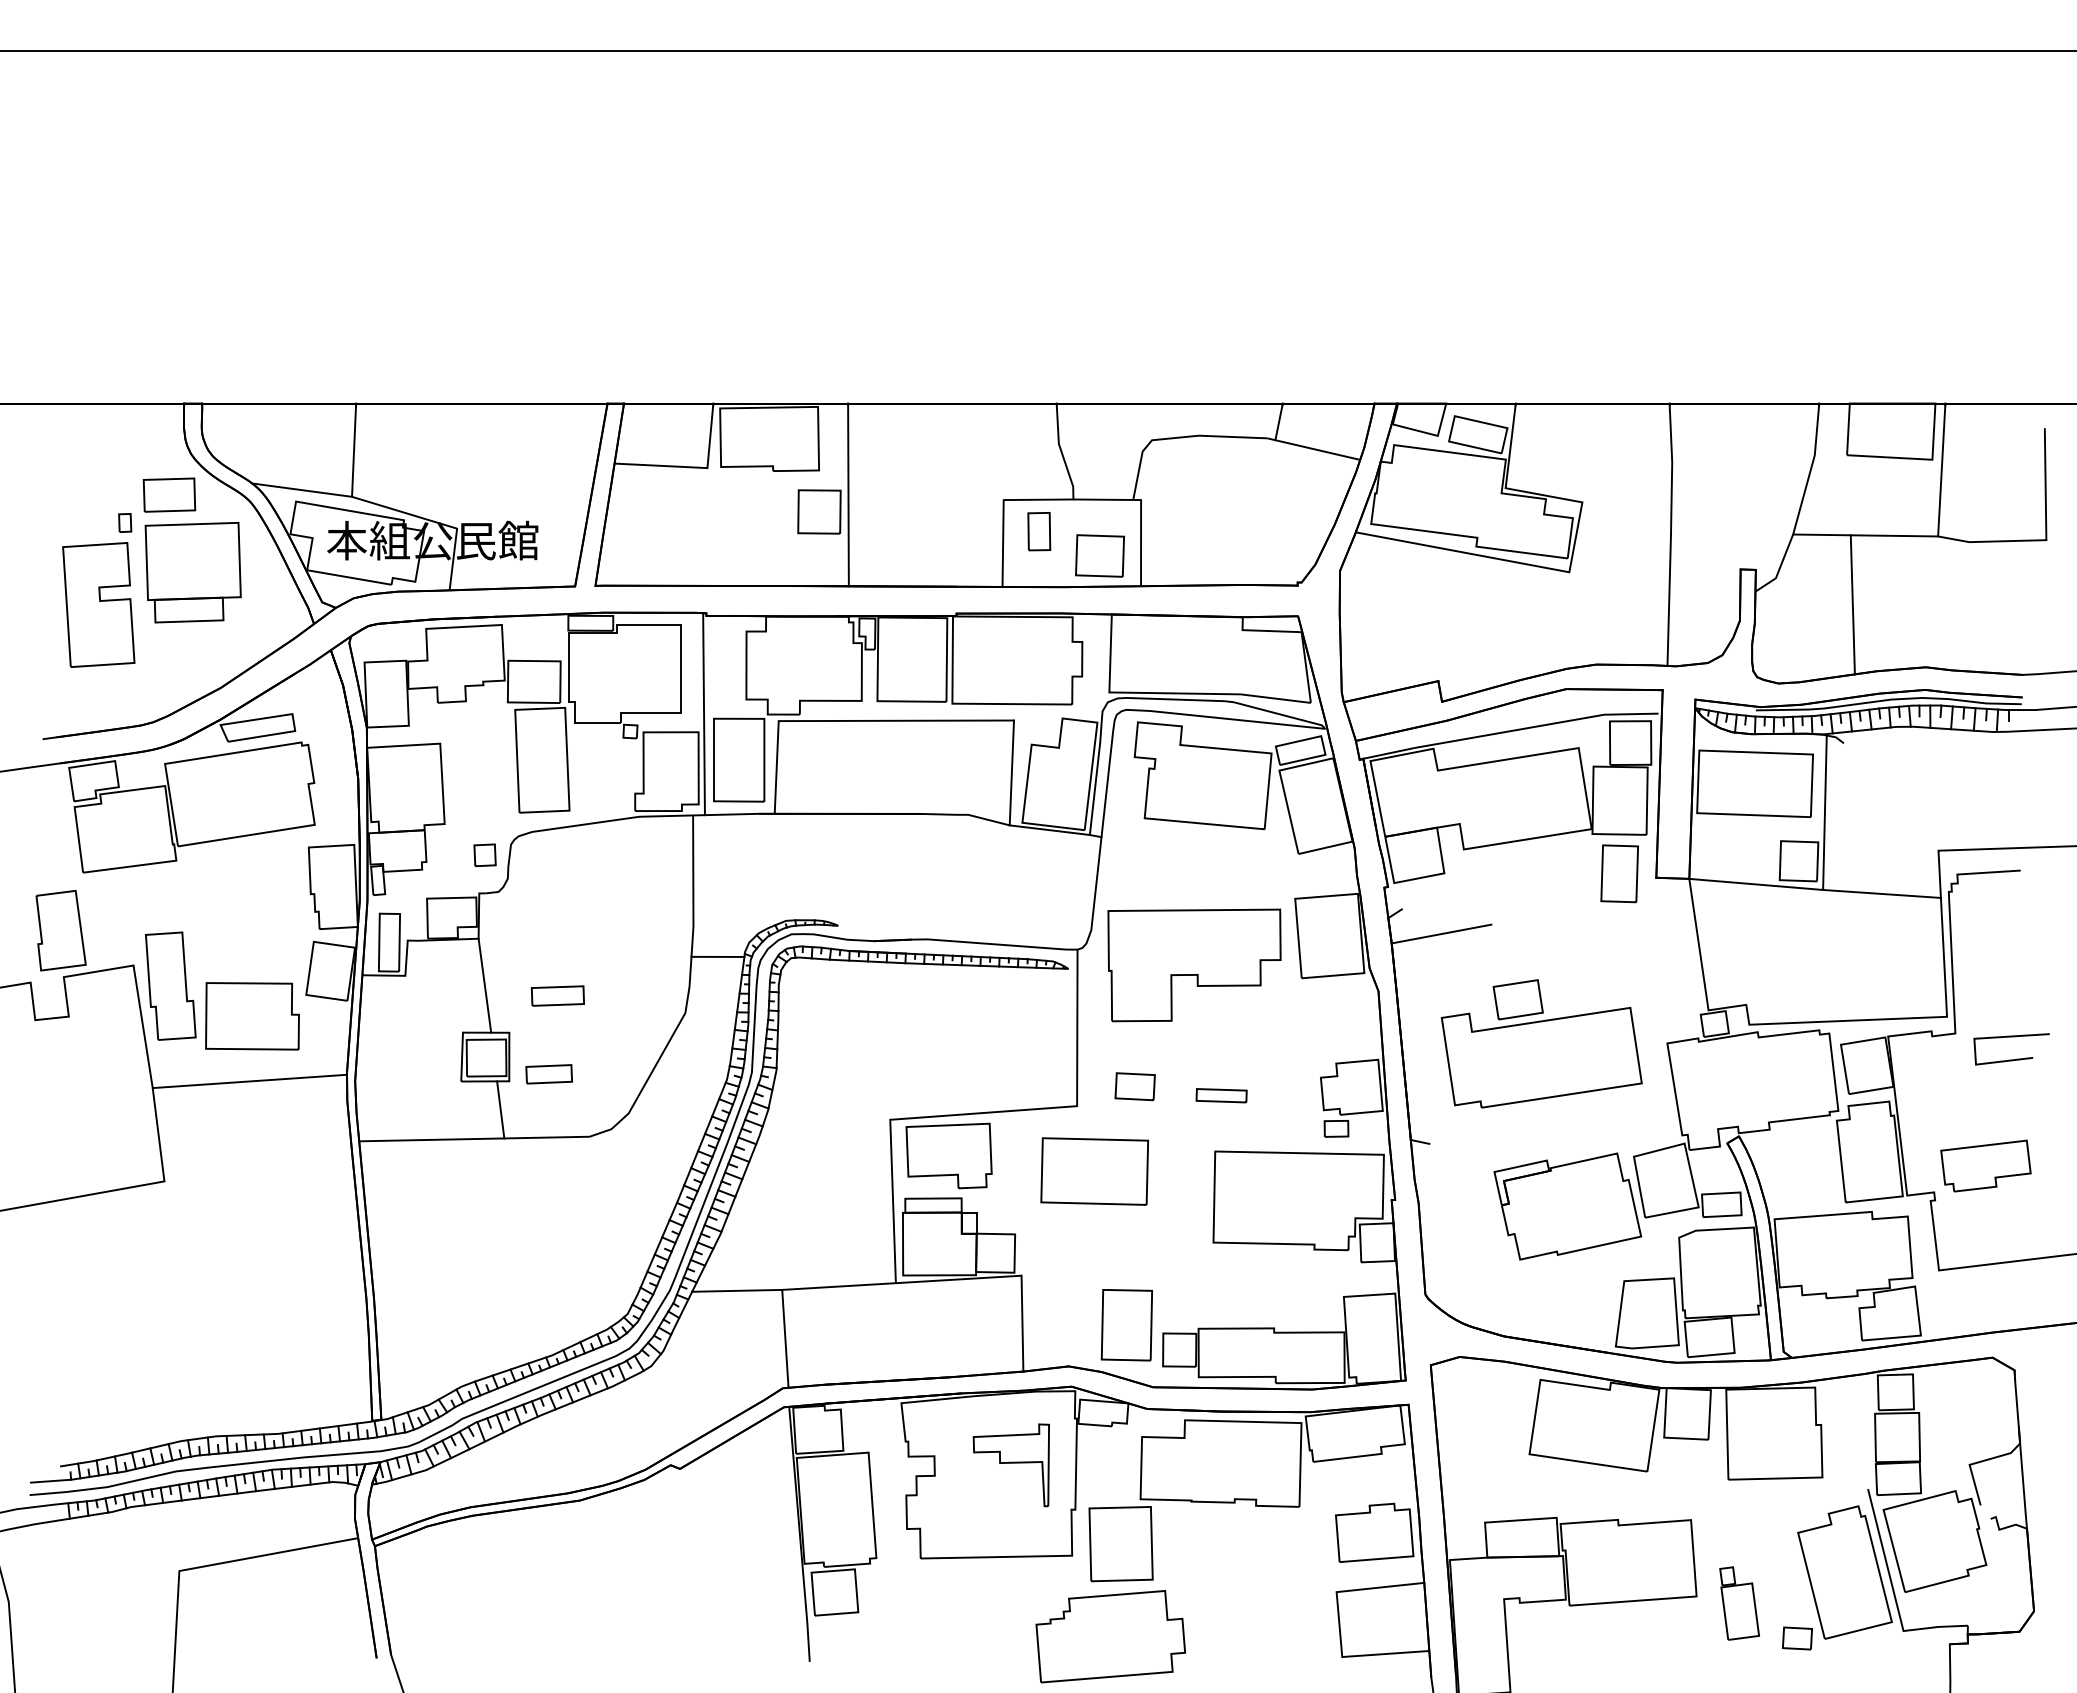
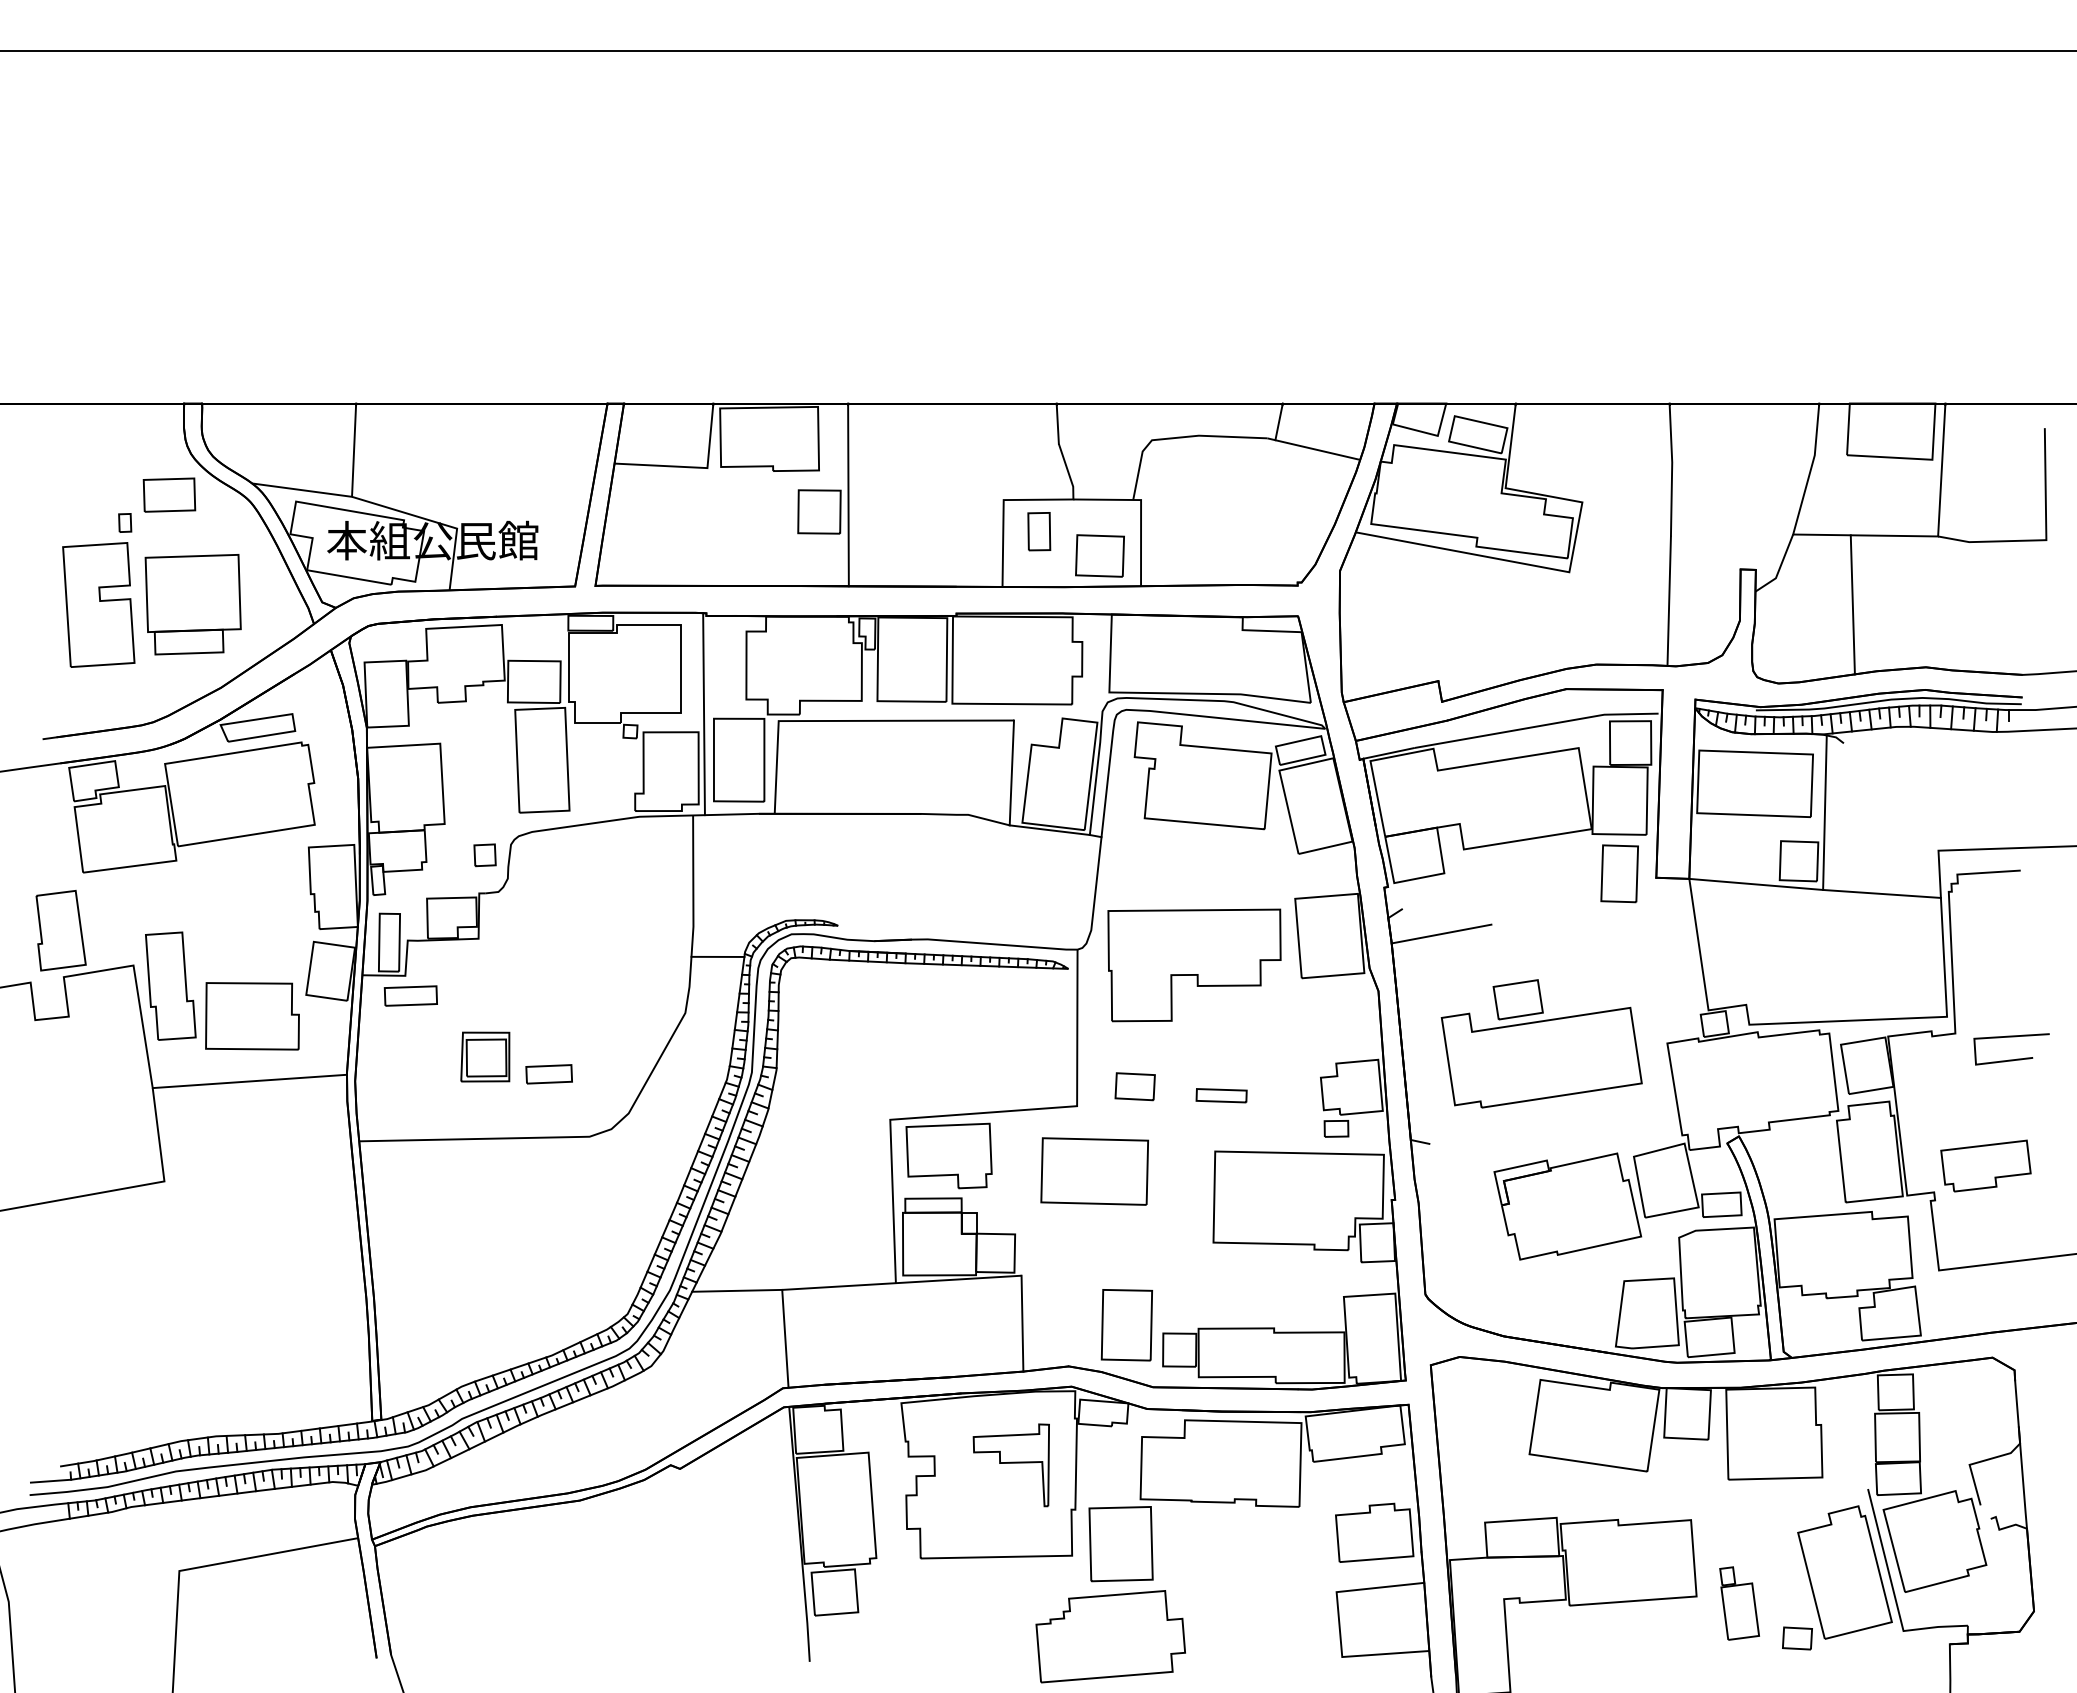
part at (192, 572) position: (192, 572) -> (192, 604)
line at (484, 985): present -> none
part at (557, 995) position: (557, 995) -> (410, 995)
line at (500, 1109): present -> none
